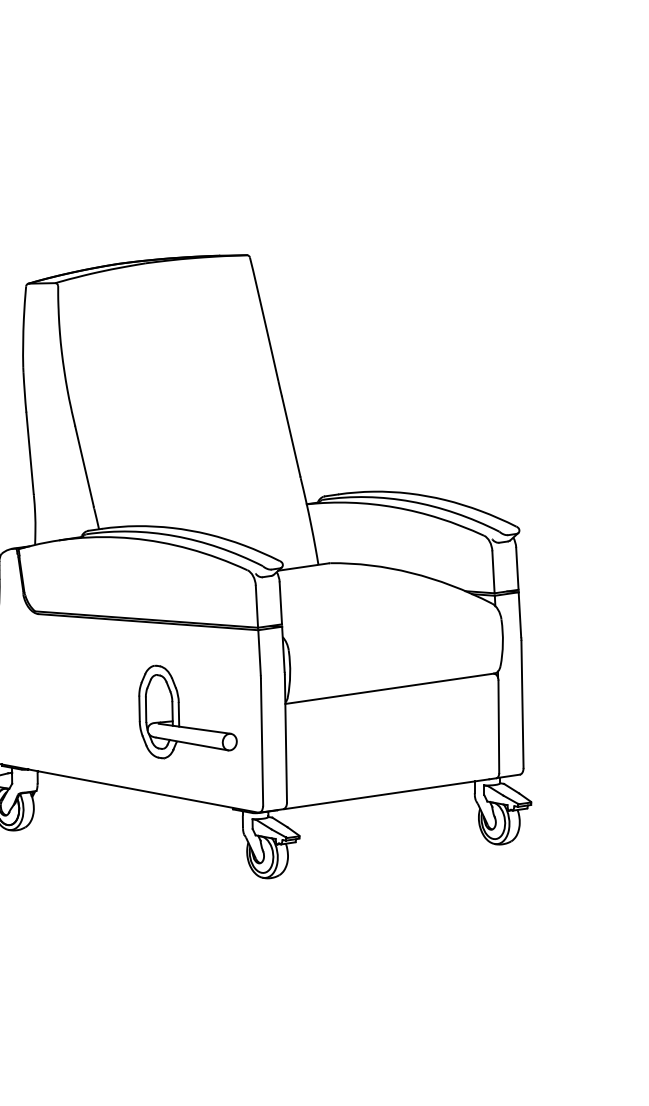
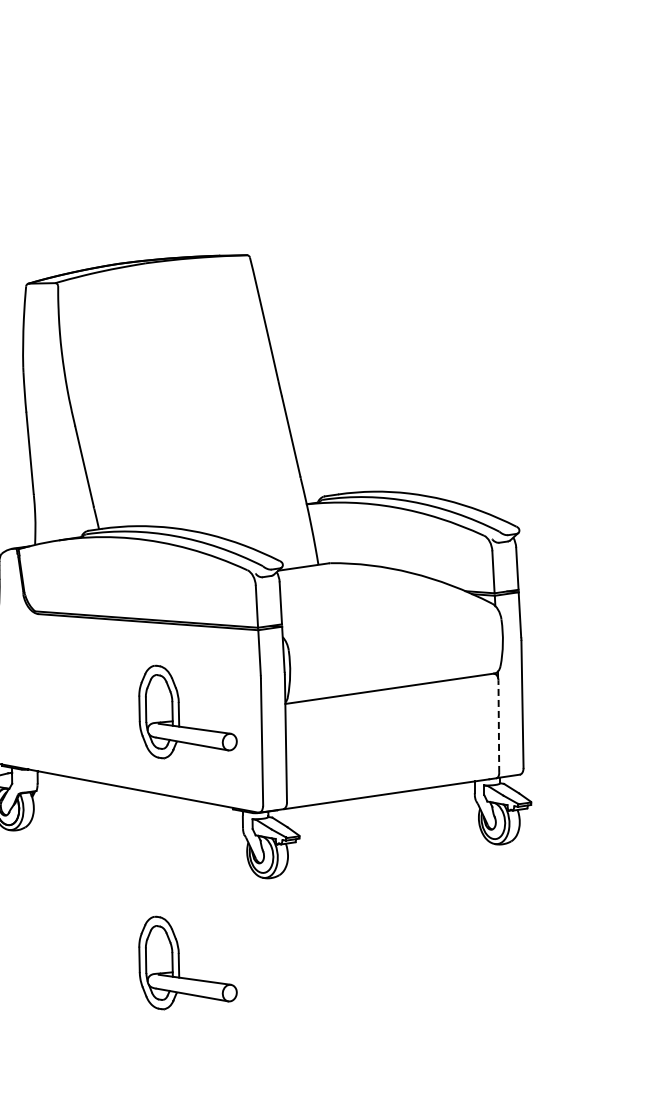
line at (498, 726): solid -> dashed
part at (179, 962): none -> present
